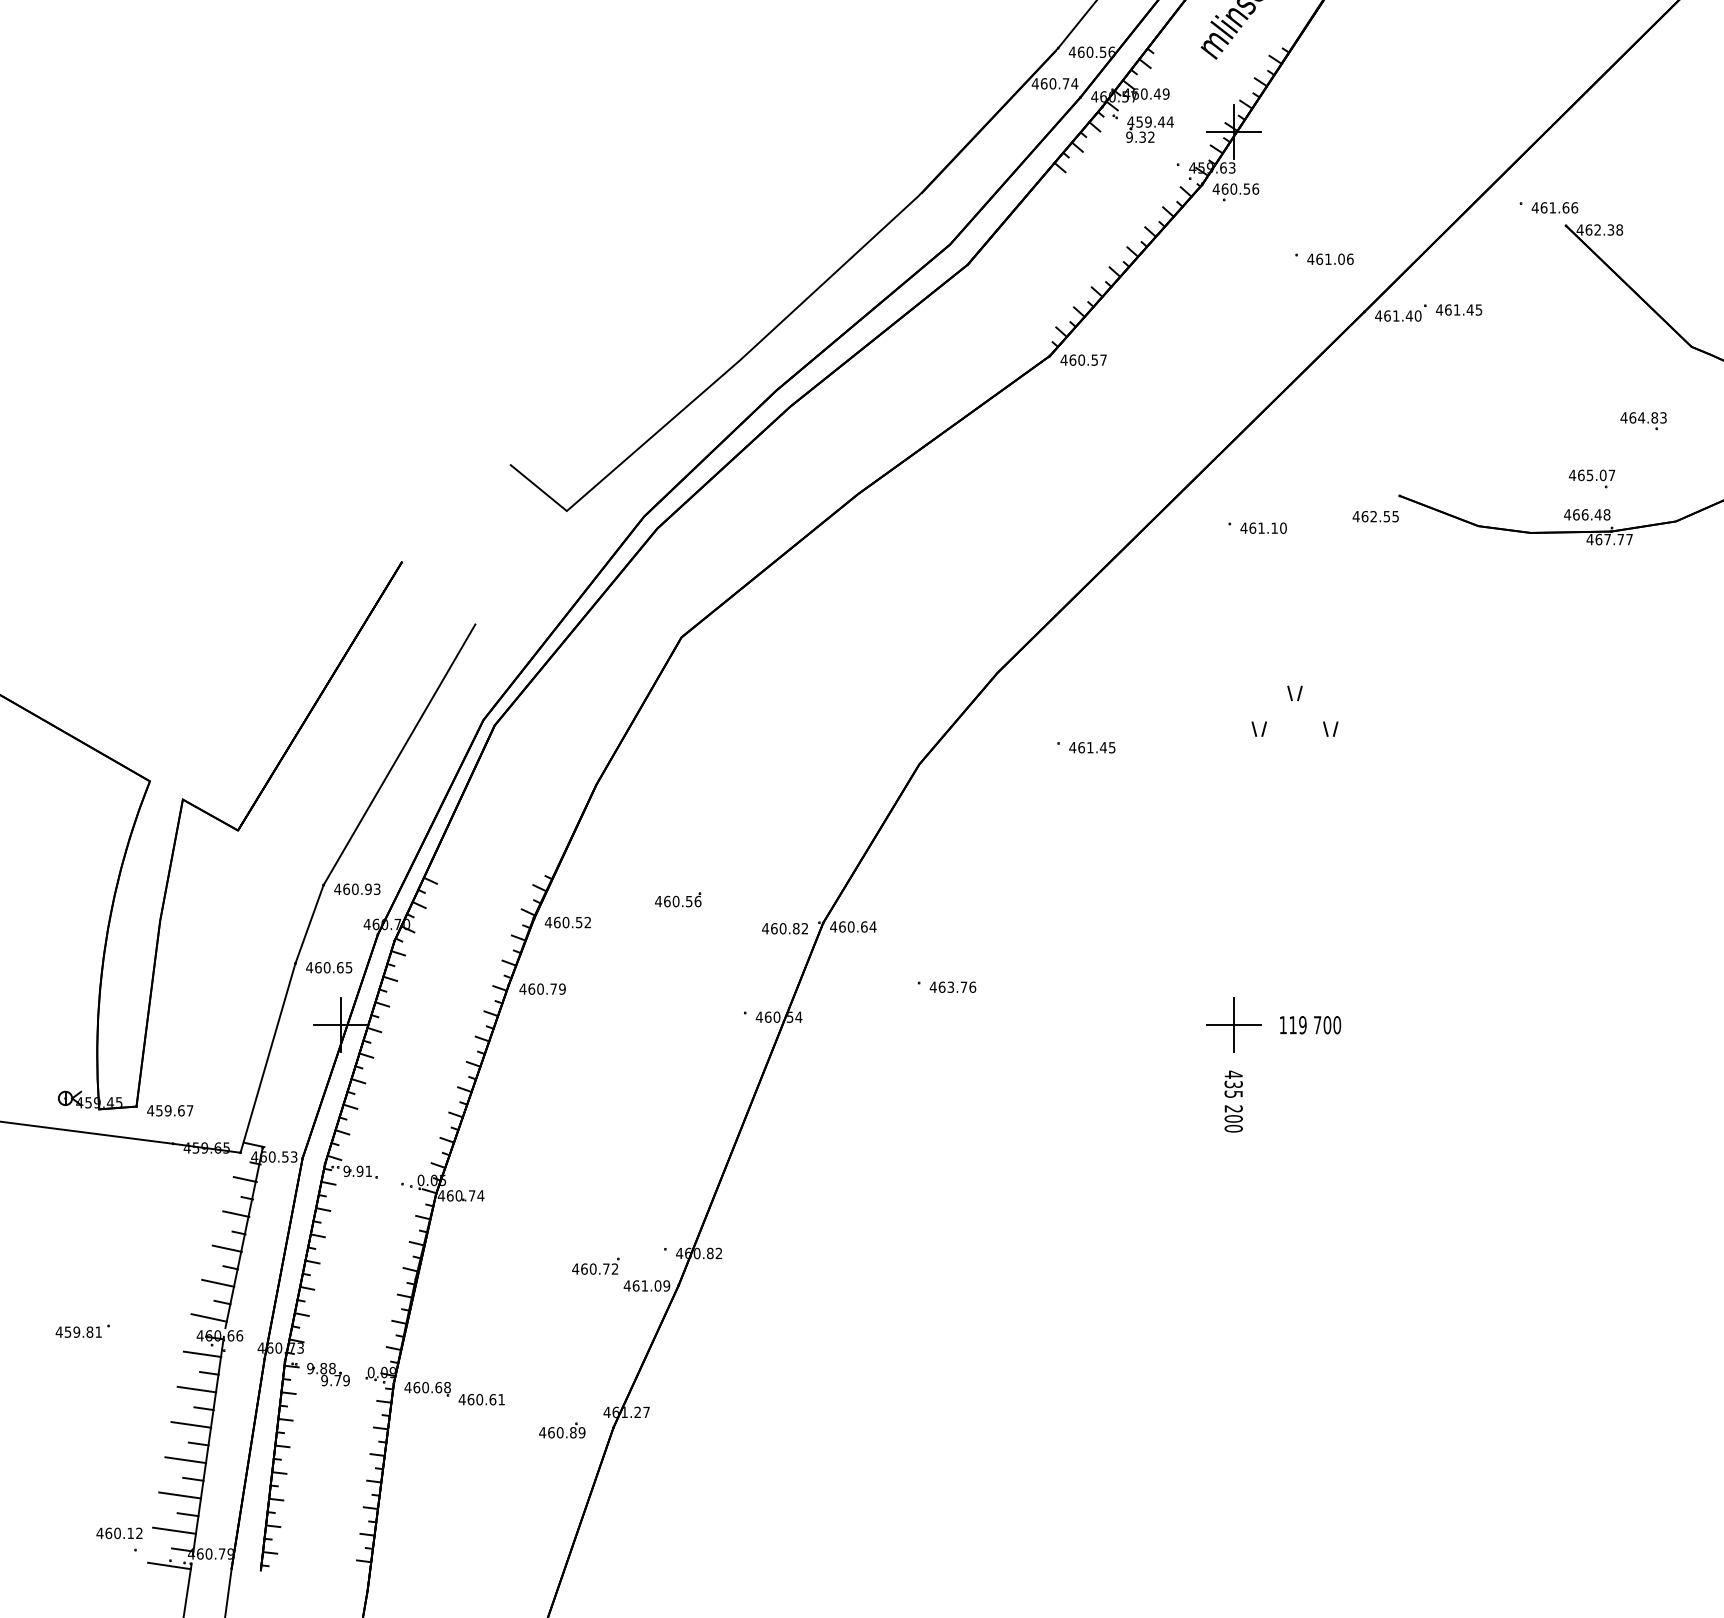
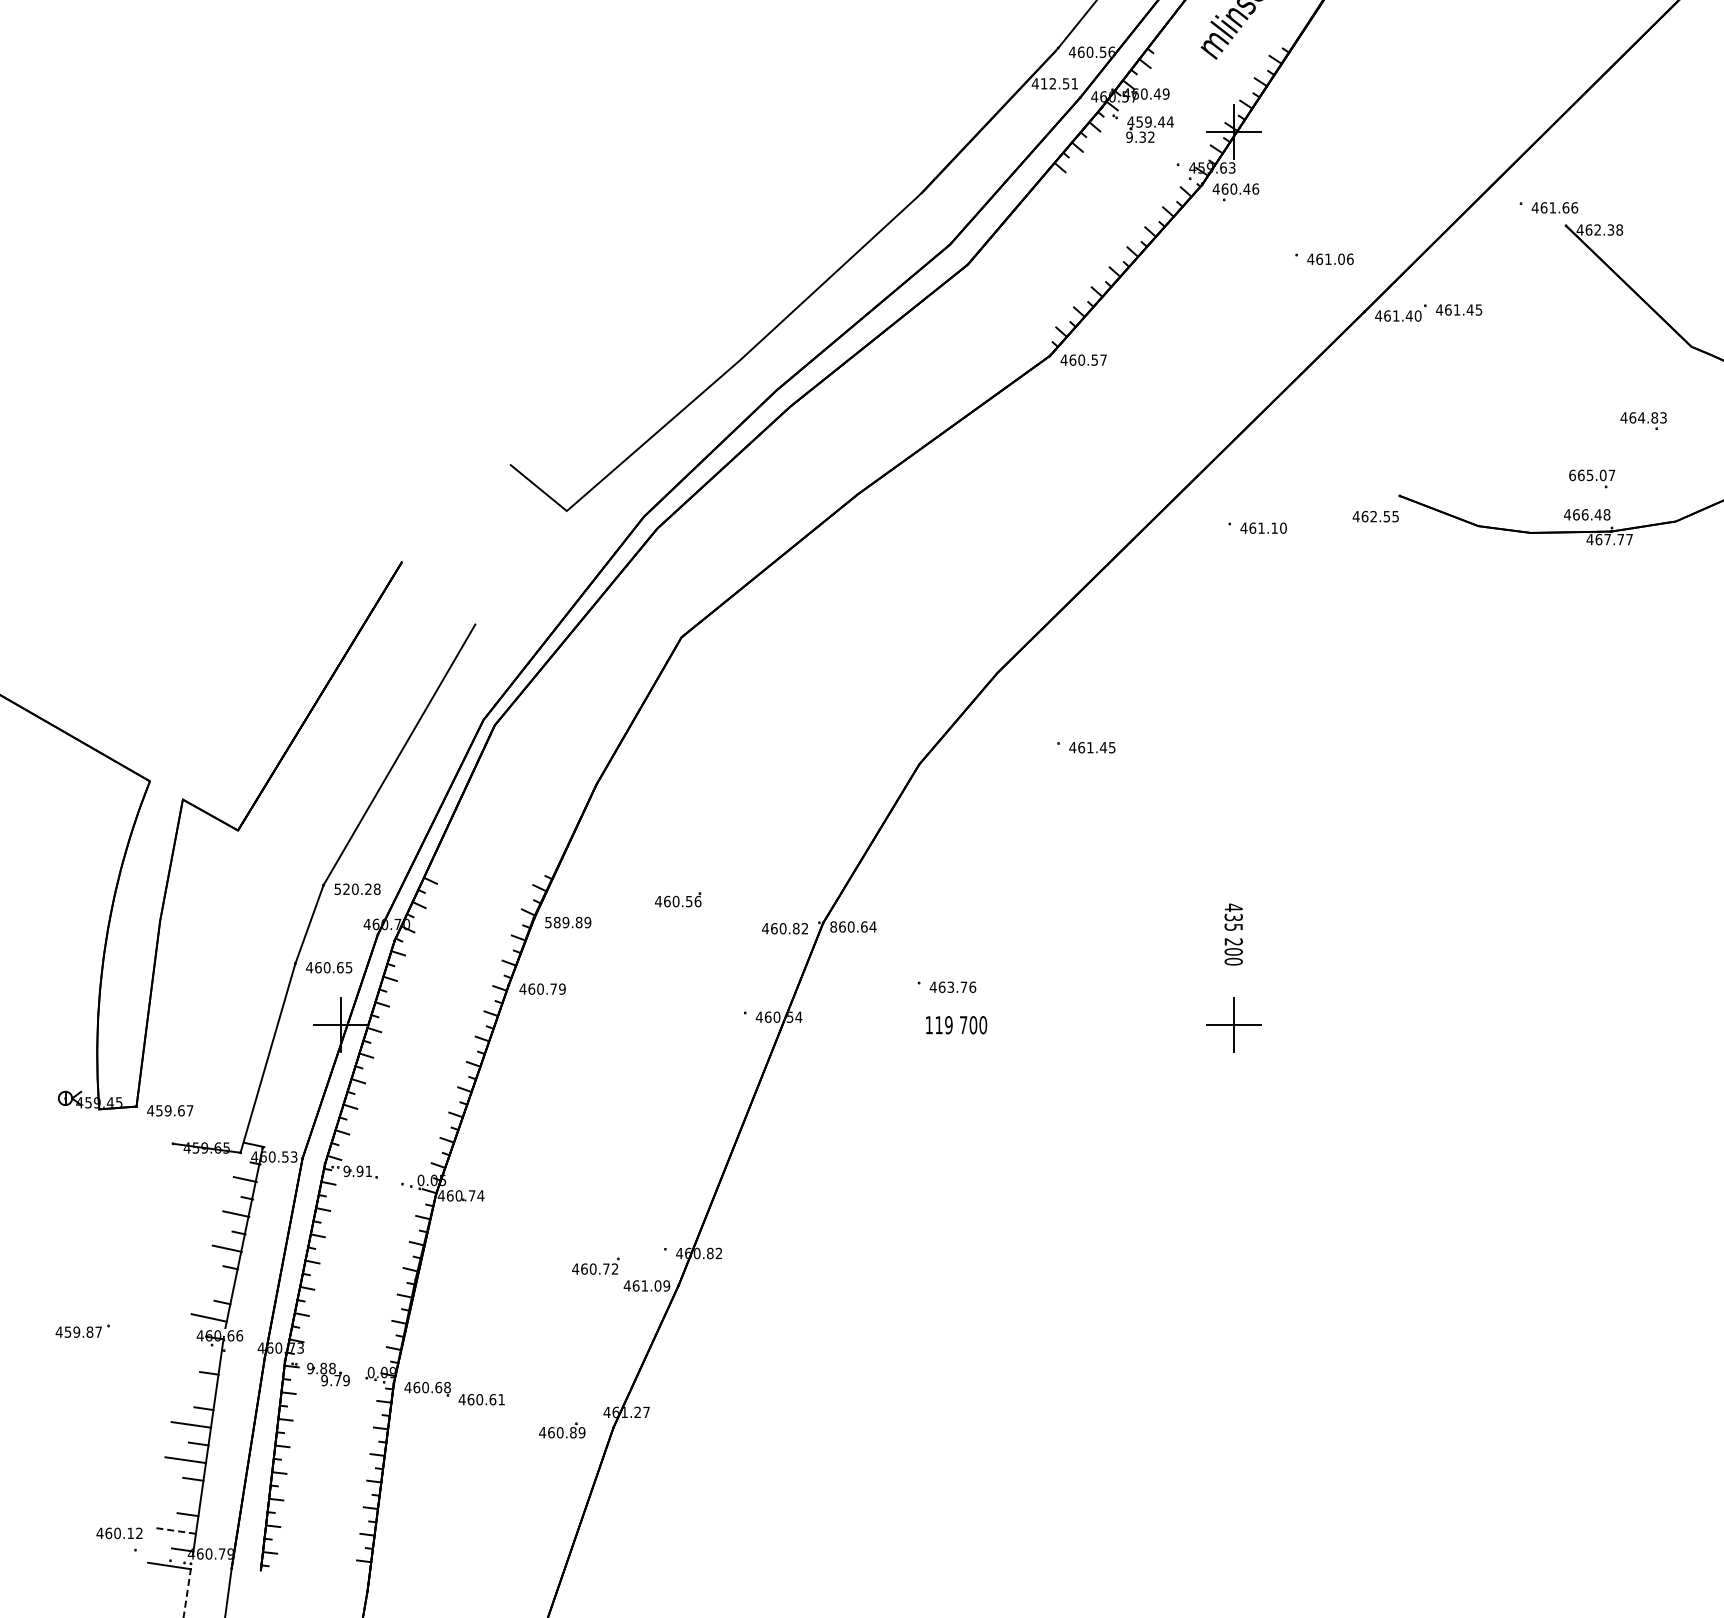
text at (1059, 83): 460.74 -> 412.51
text at (1246, 188): 460.56 -> 460.46
text at (1571, 475): 465.07 -> 665.07
part at (1291, 701): present -> none
text at (357, 888): 460.93 -> 520.28
text at (567, 922): 460.52 -> 589.89
text at (833, 926): 460.64 -> 860.64
text at (1310, 1025) position: (1310, 1025) -> (956, 1025)
text at (1233, 1101) position: (1233, 1101) -> (1233, 934)
line at (87, 1132): present -> none
line at (218, 1282): present -> none
text at (98, 1331): 459.81 -> 459.87
line at (202, 1354): present -> none
line at (196, 1389): present -> none
line at (180, 1495): present -> none
line at (174, 1530): solid -> dashed
line at (187, 1590): solid -> dashed
